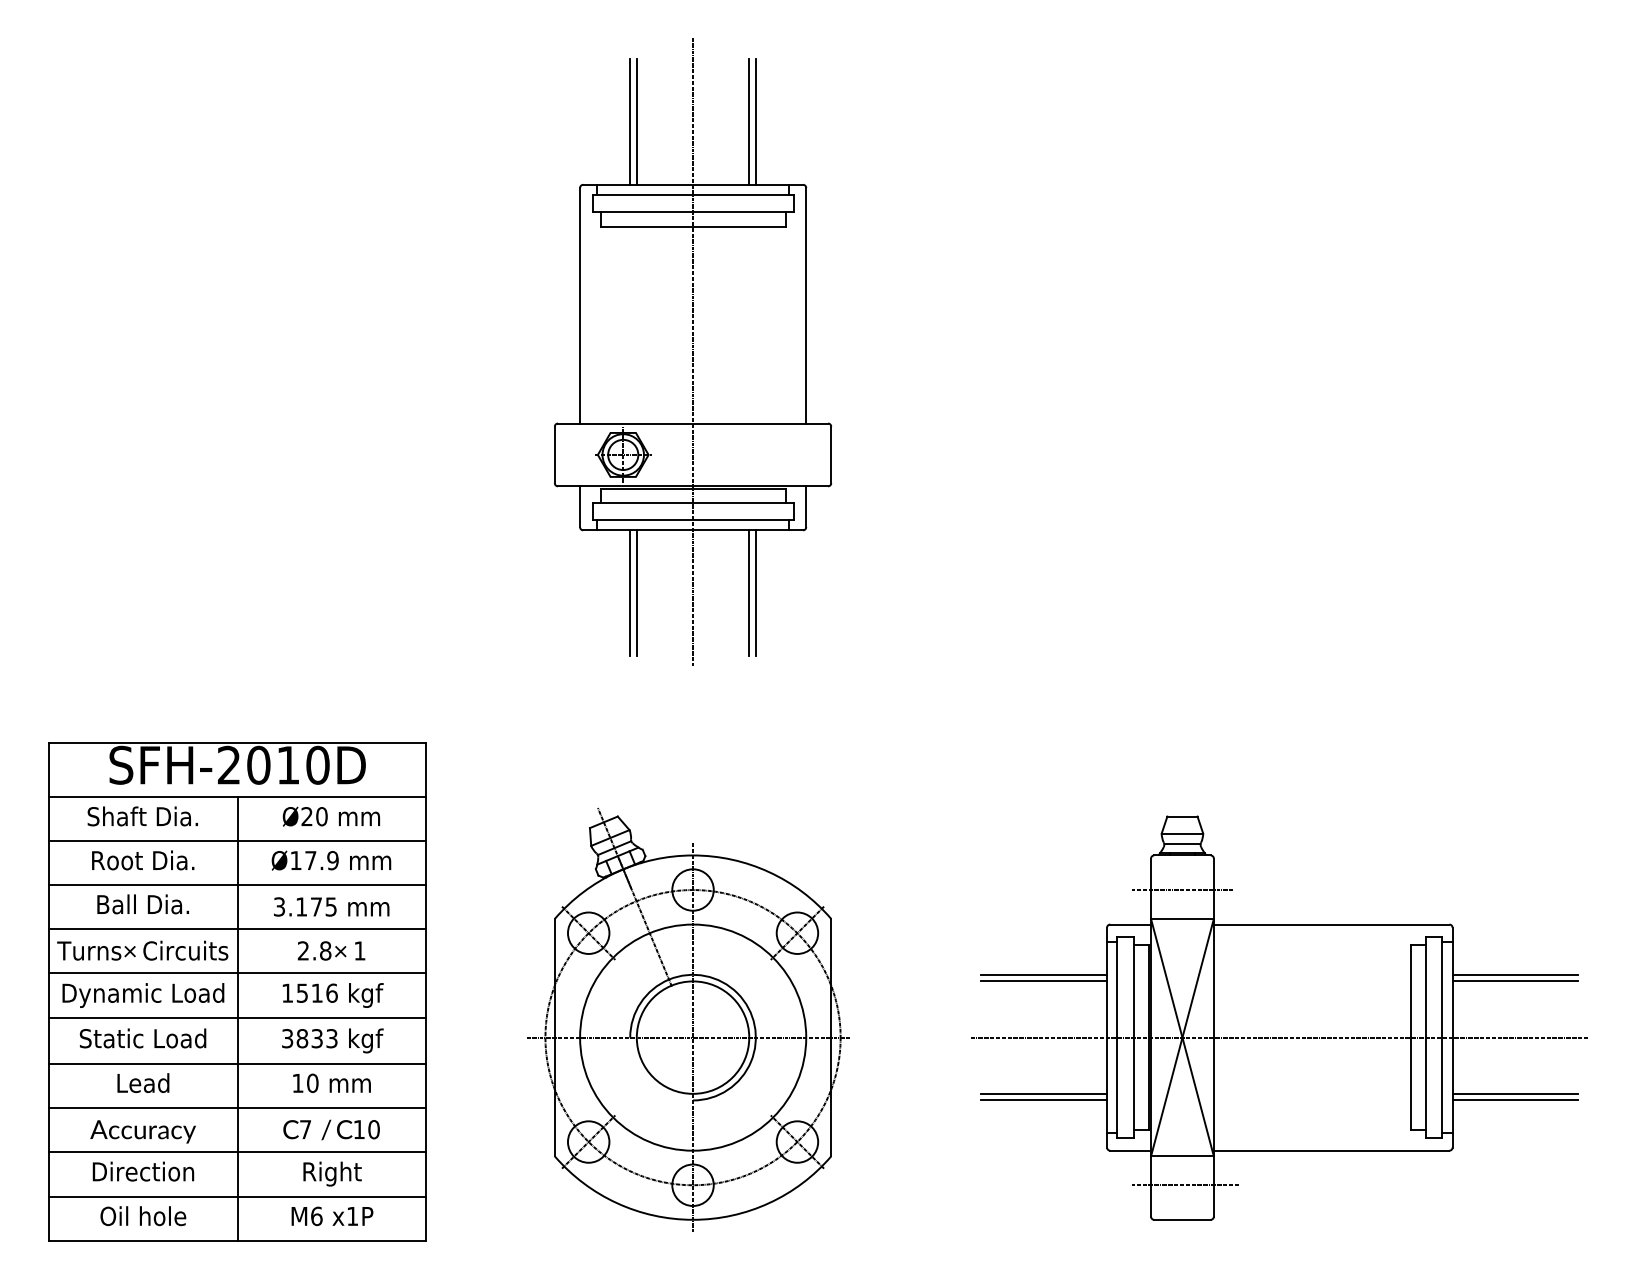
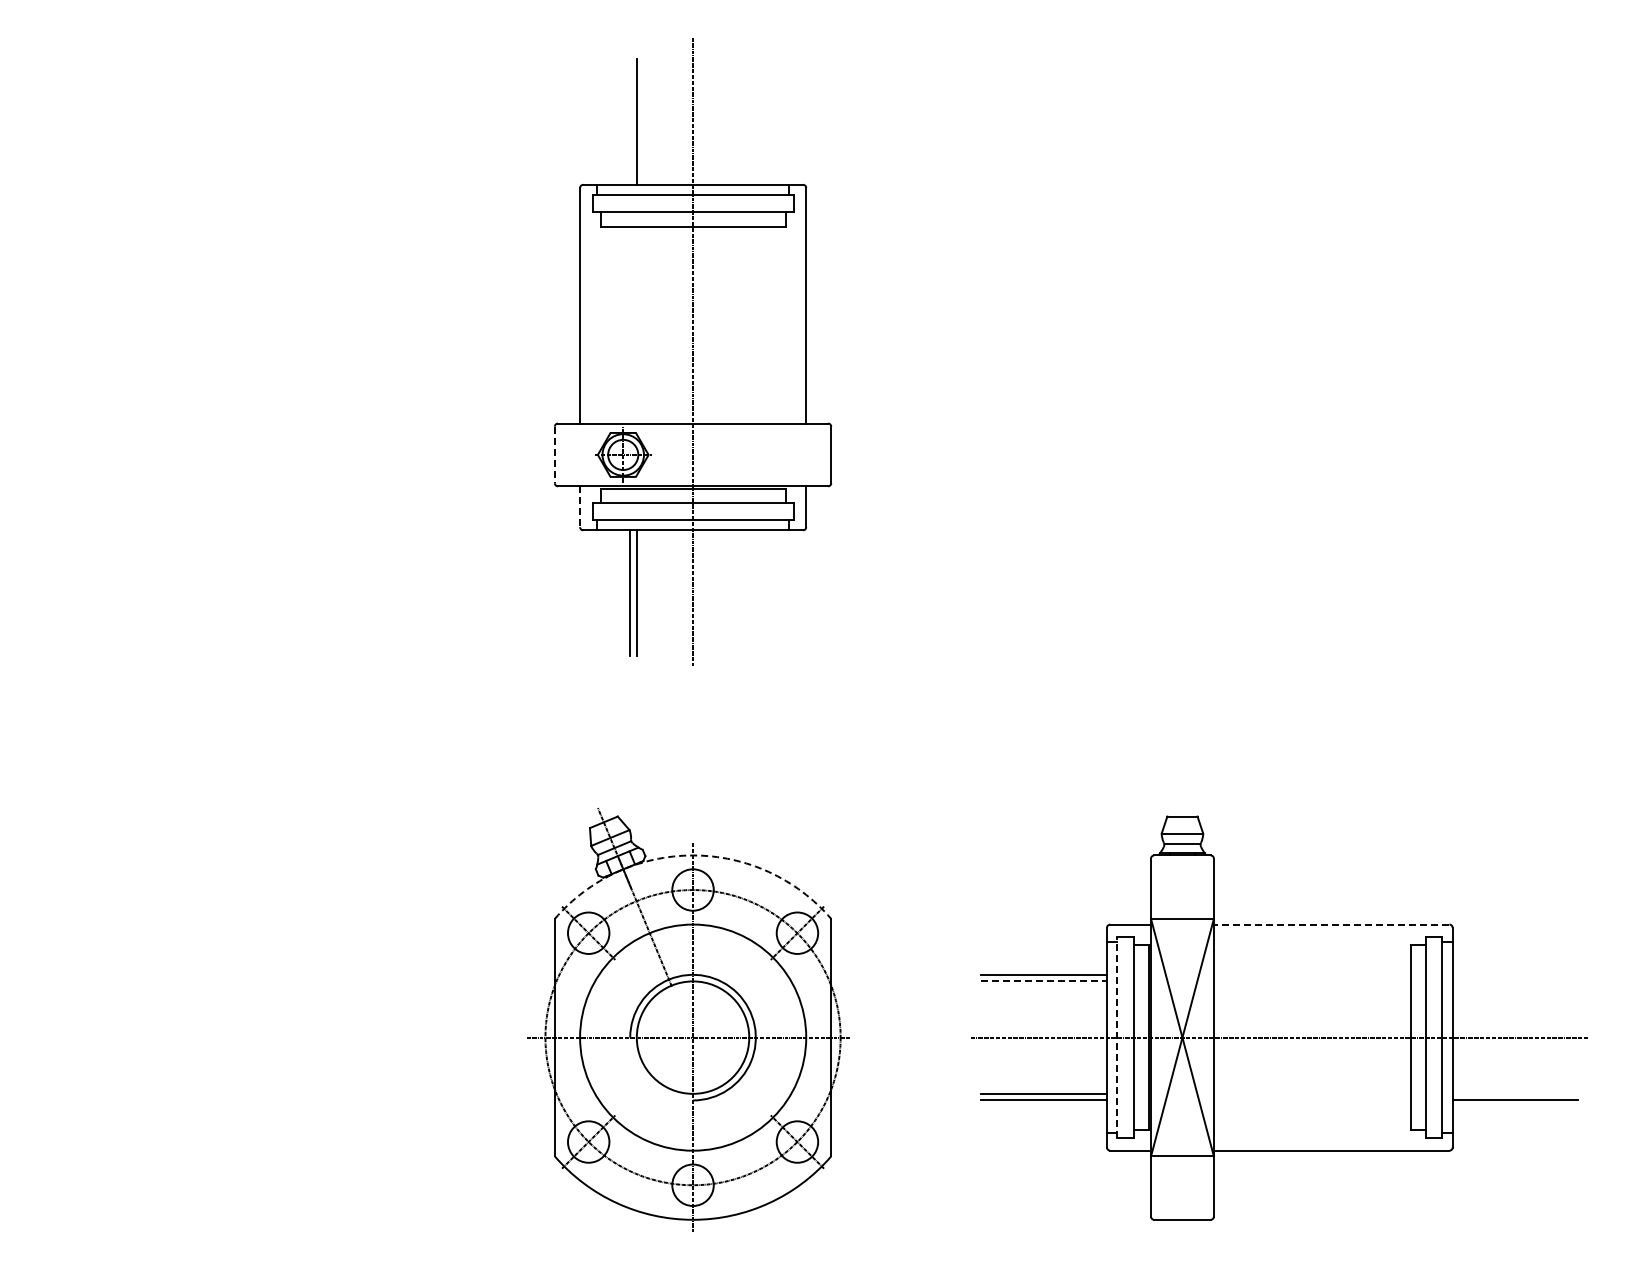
line at (630, 121): present -> none
line at (749, 121): present -> none
line at (755, 121): present -> none
line at (554, 455): solid -> dashed
line at (580, 507): solid -> dashed
line at (749, 592): present -> none
line at (755, 592): present -> none
arc at (693, 855): solid -> dashed
line at (1182, 890): present -> none
line at (1331, 924): solid -> dashed
line at (1515, 974): present -> none
line at (1044, 981): solid -> dashed
line at (1515, 981): present -> none
part at (237, 991): present -> none
line at (1117, 1037): solid -> dashed
line at (1515, 1093): present -> none
line at (1185, 1185): present -> none
